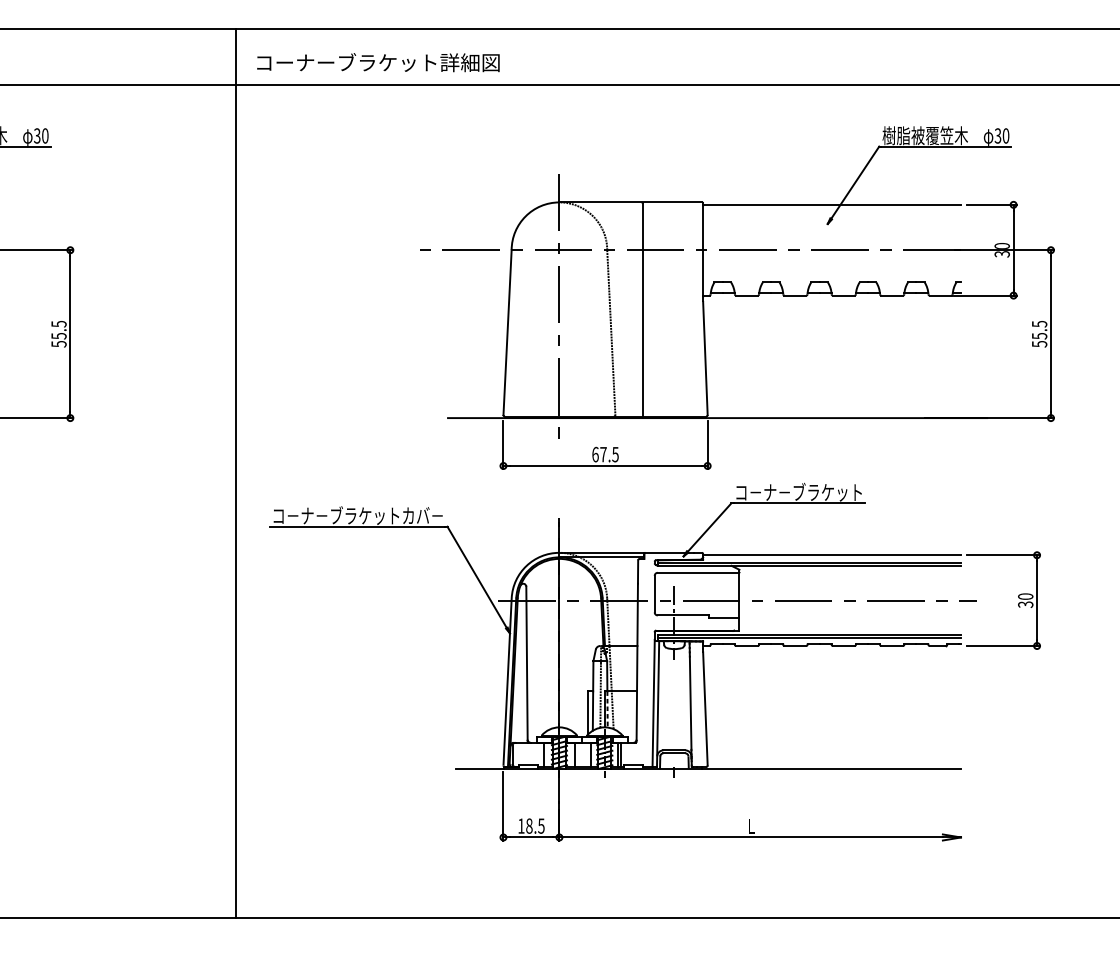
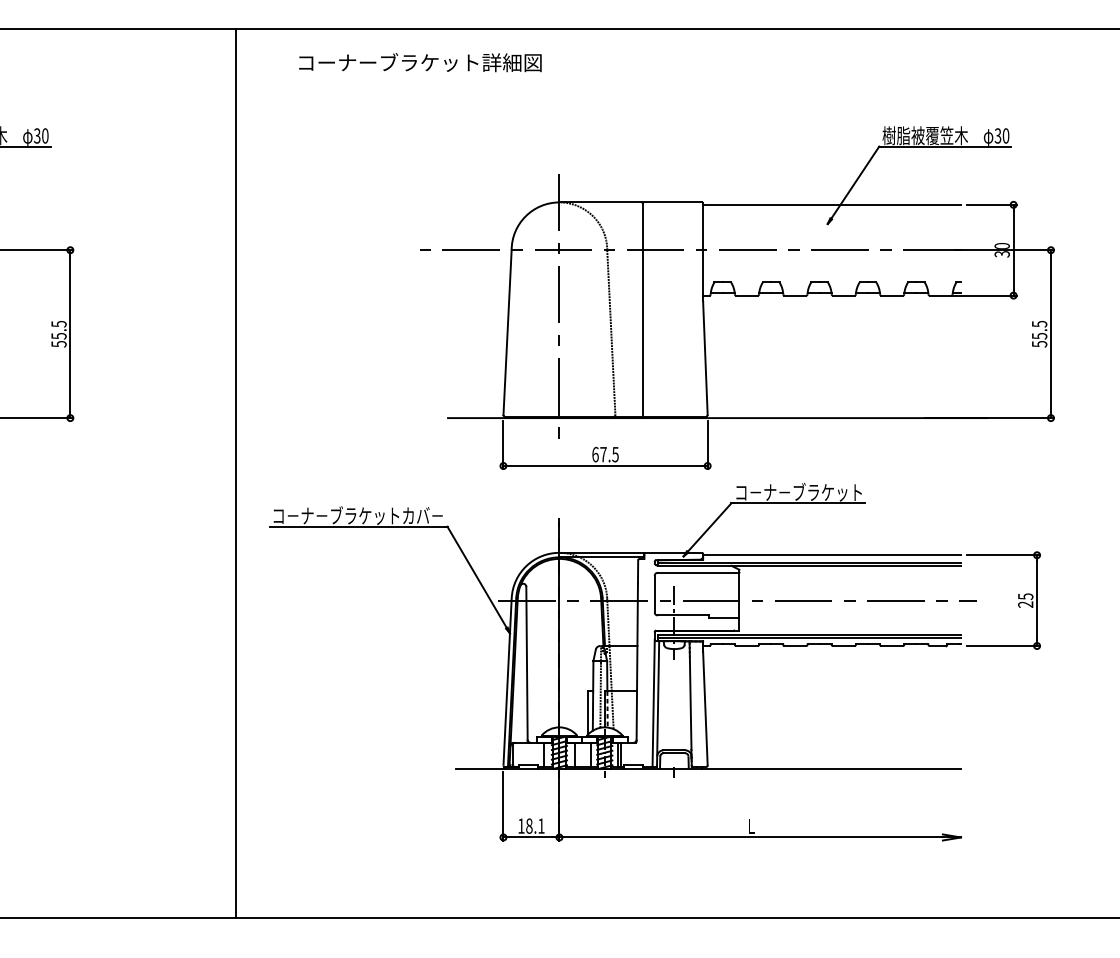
text at (378, 62) position: (378, 62) -> (420, 62)
line at (559, 84): present -> none
text at (1025, 600): 30 -> 25
text at (541, 825): 18.5 -> 18.1
